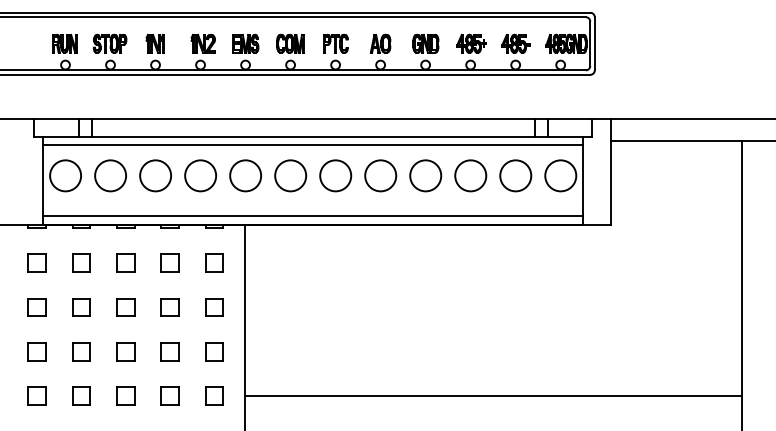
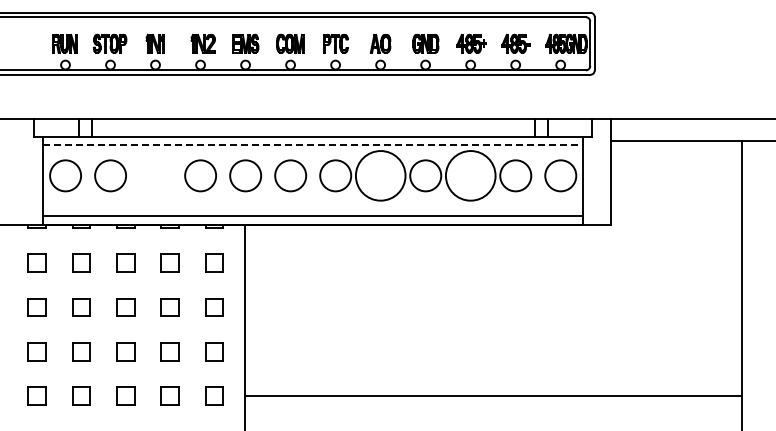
line at (313, 145): solid -> dashed
circle at (155, 175): present -> none
circle at (380, 175) diameter: 31 px -> 50 px
circle at (470, 175) diameter: 31 px -> 50 px
